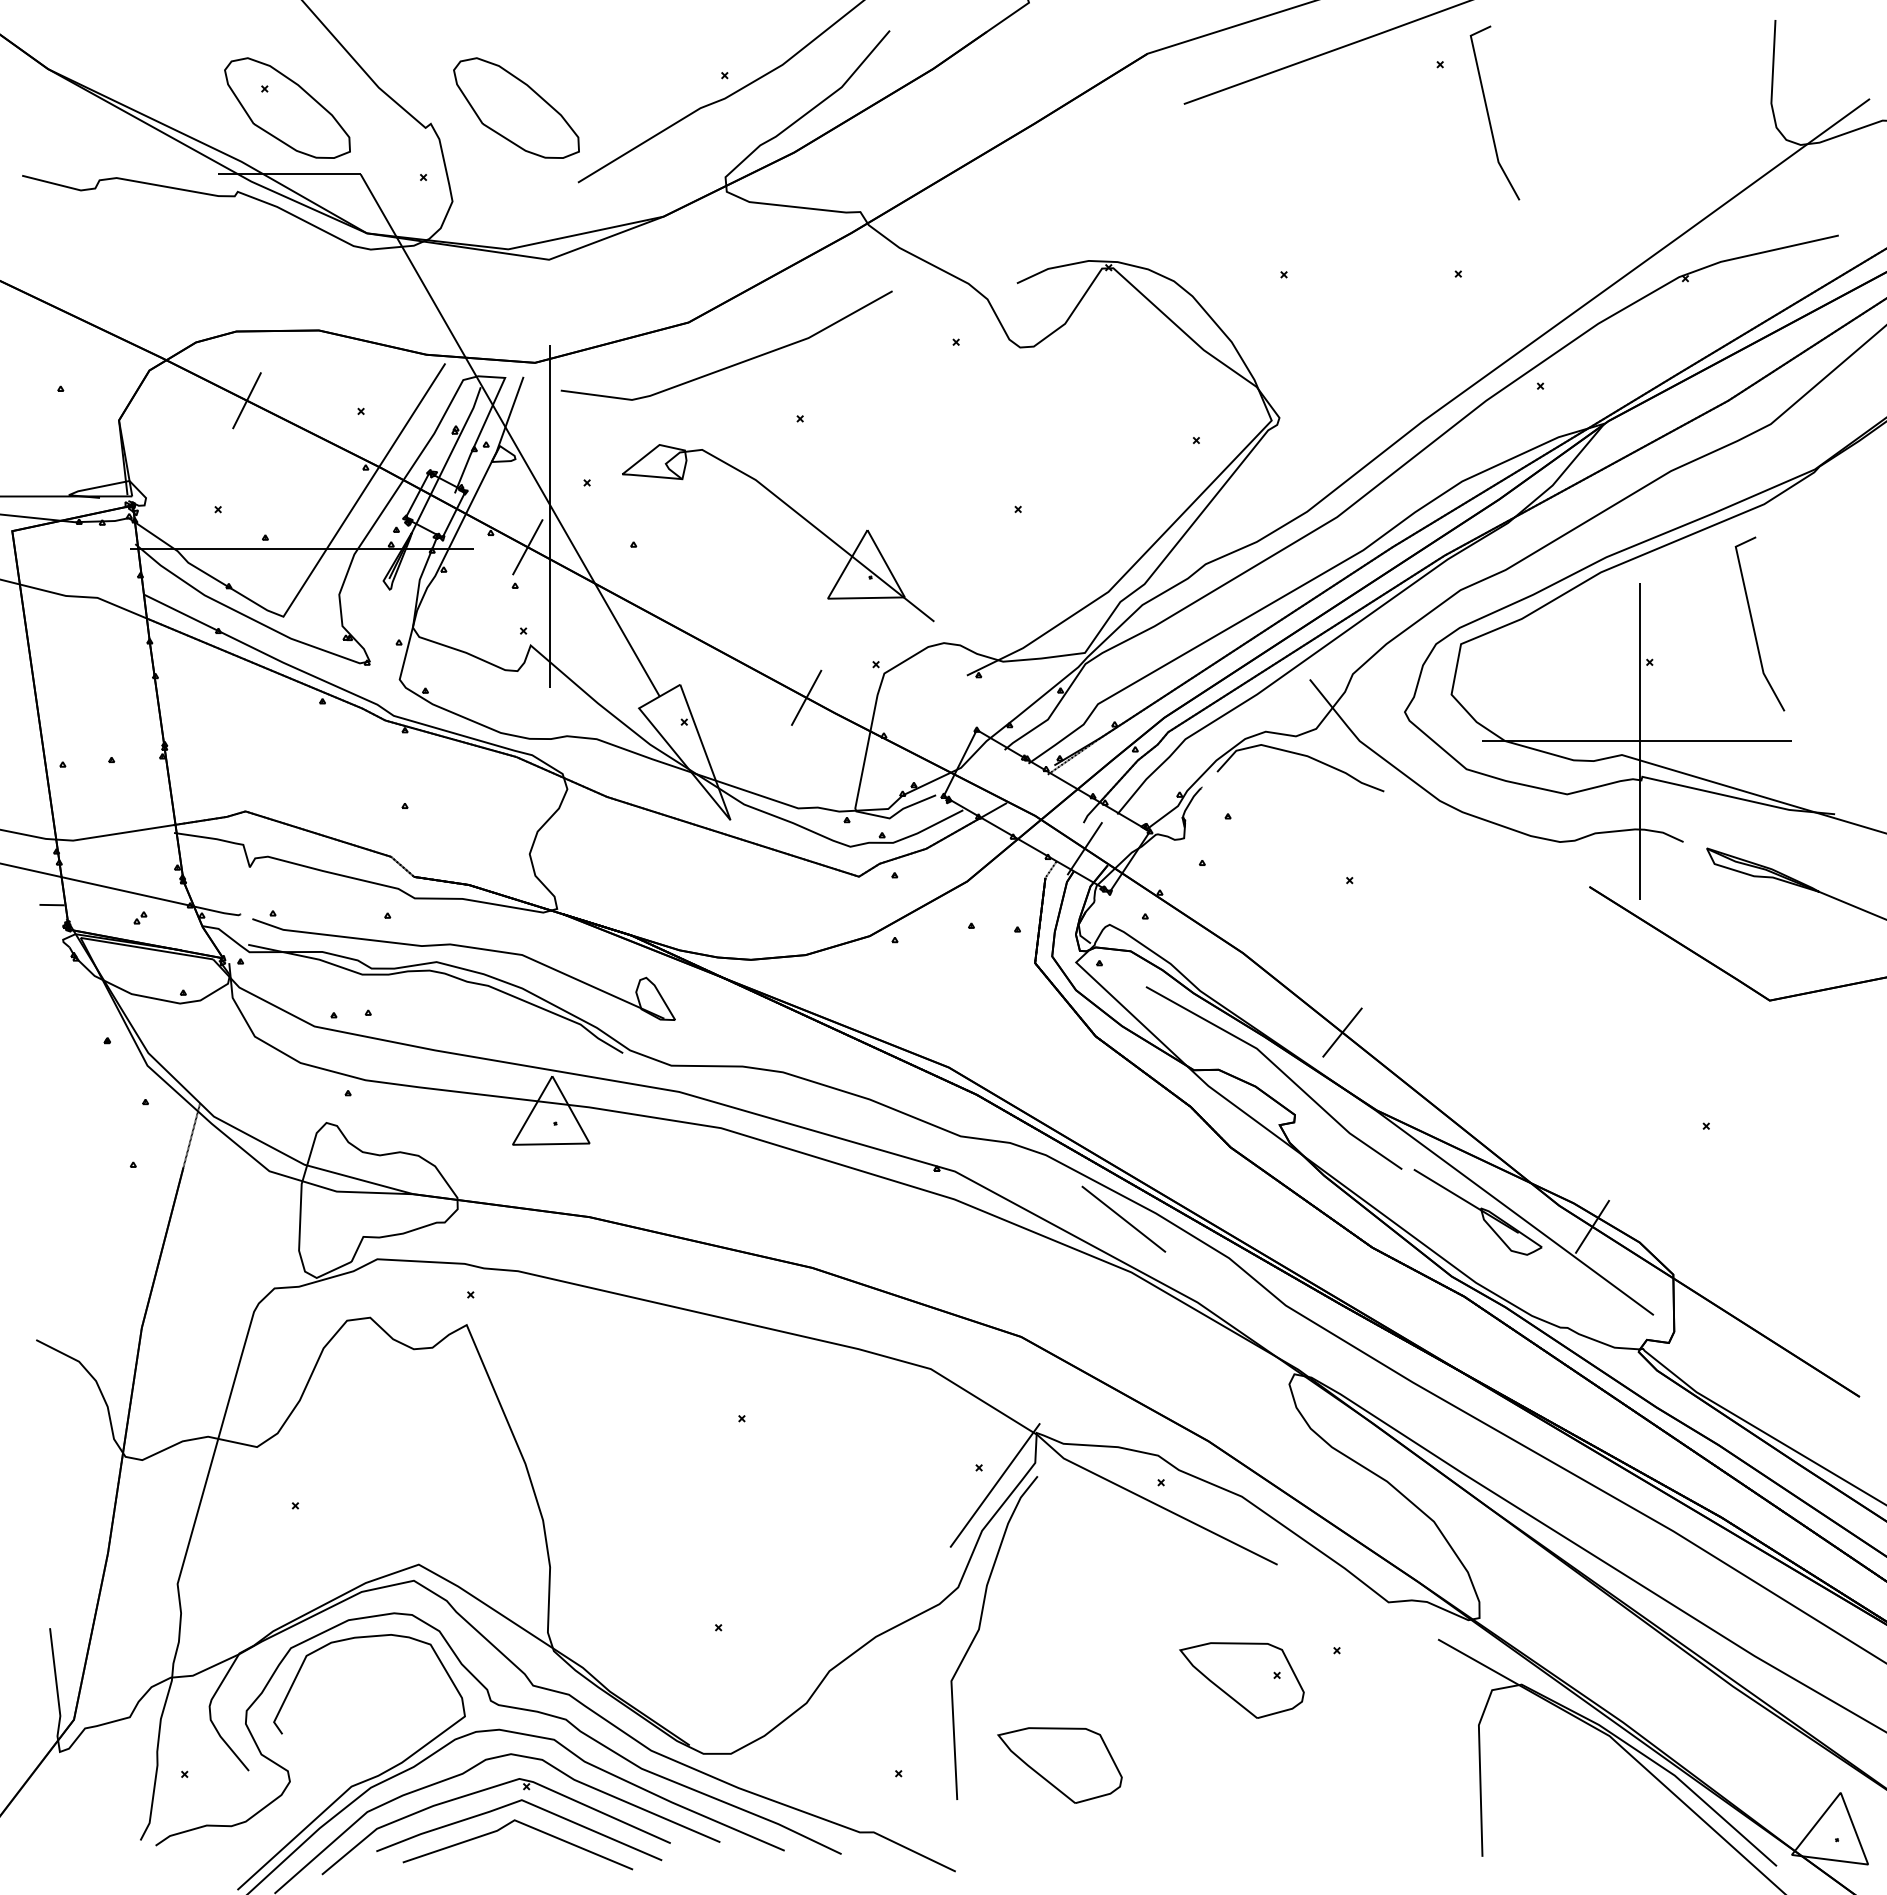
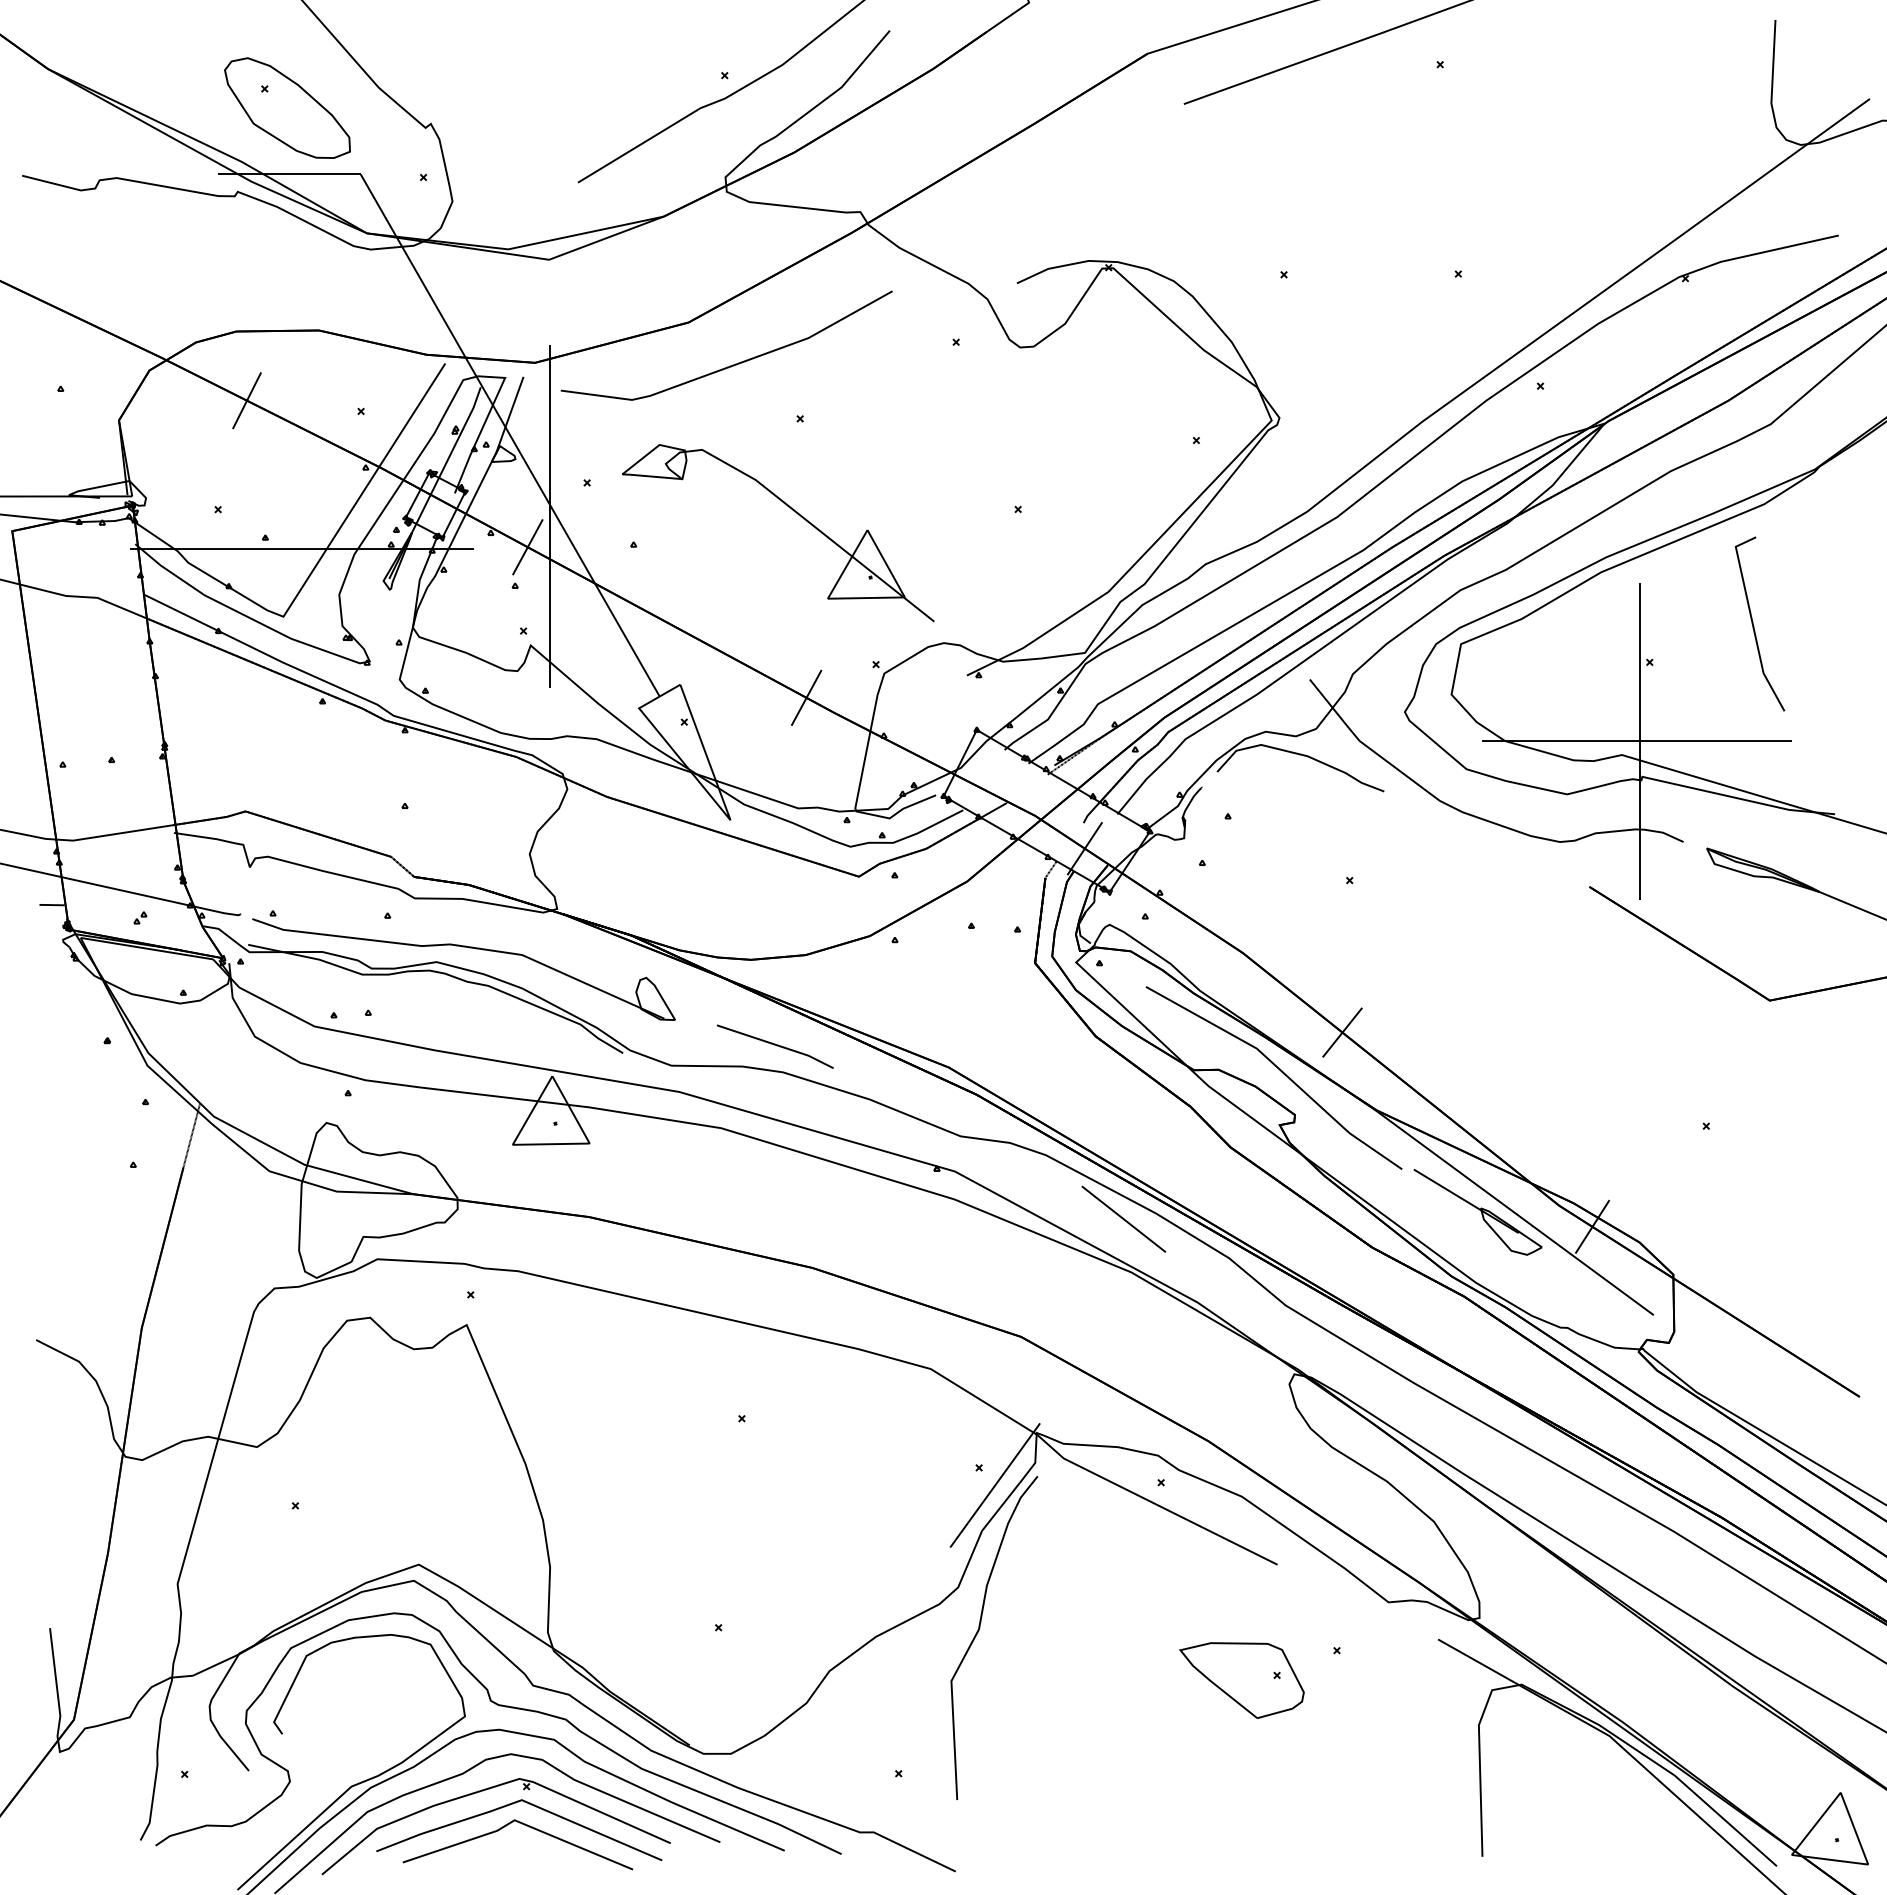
part at (516, 107): present -> none
line at (1489, 115): present -> none
line at (774, 1045): none -> present
part at (1059, 1765): present -> none
